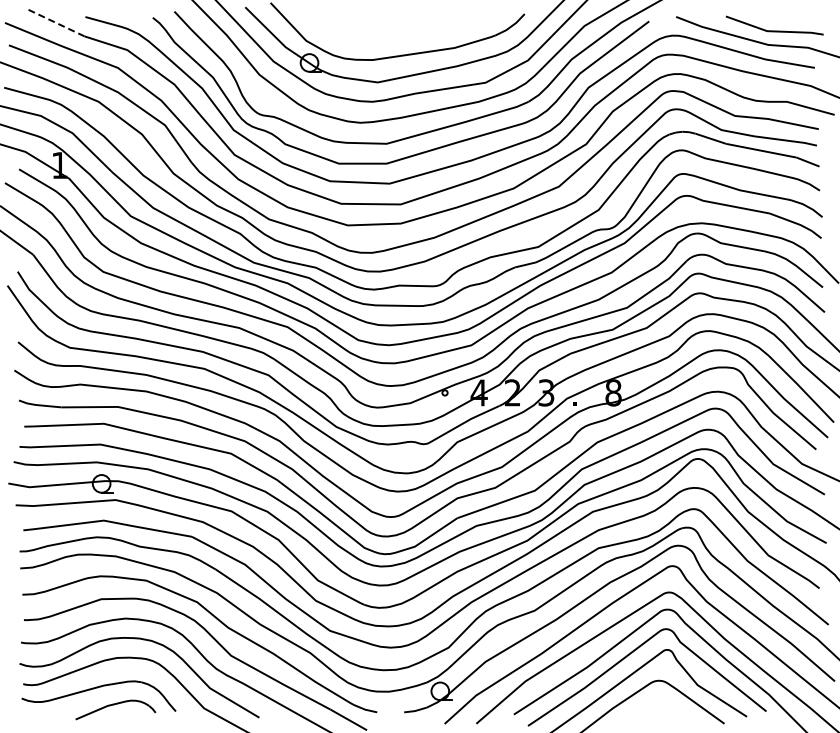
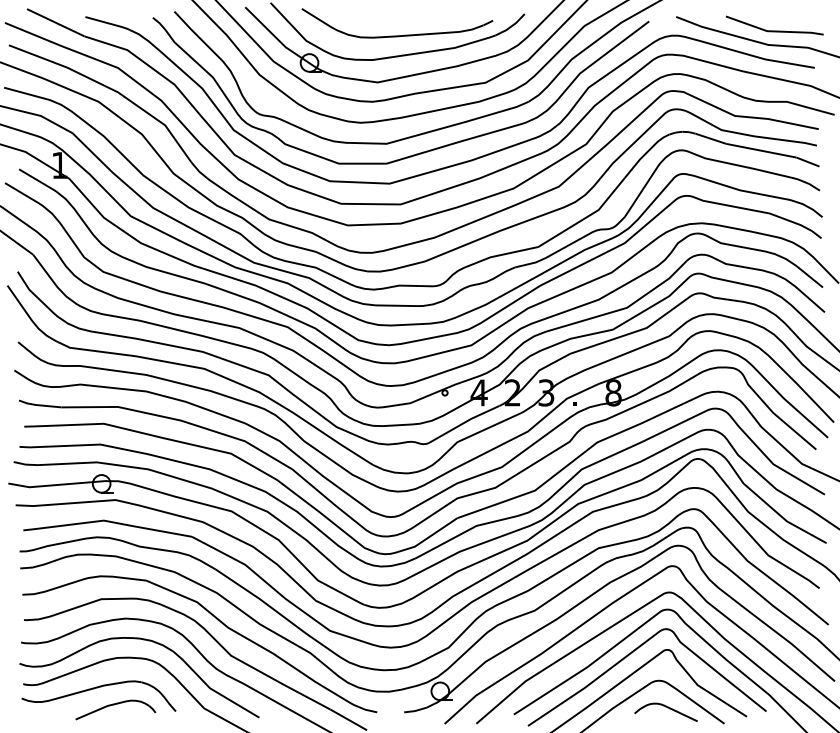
line at (55, 22): dashed -> solid
part at (397, 35): none -> present
curve at (667, 708): none -> present
